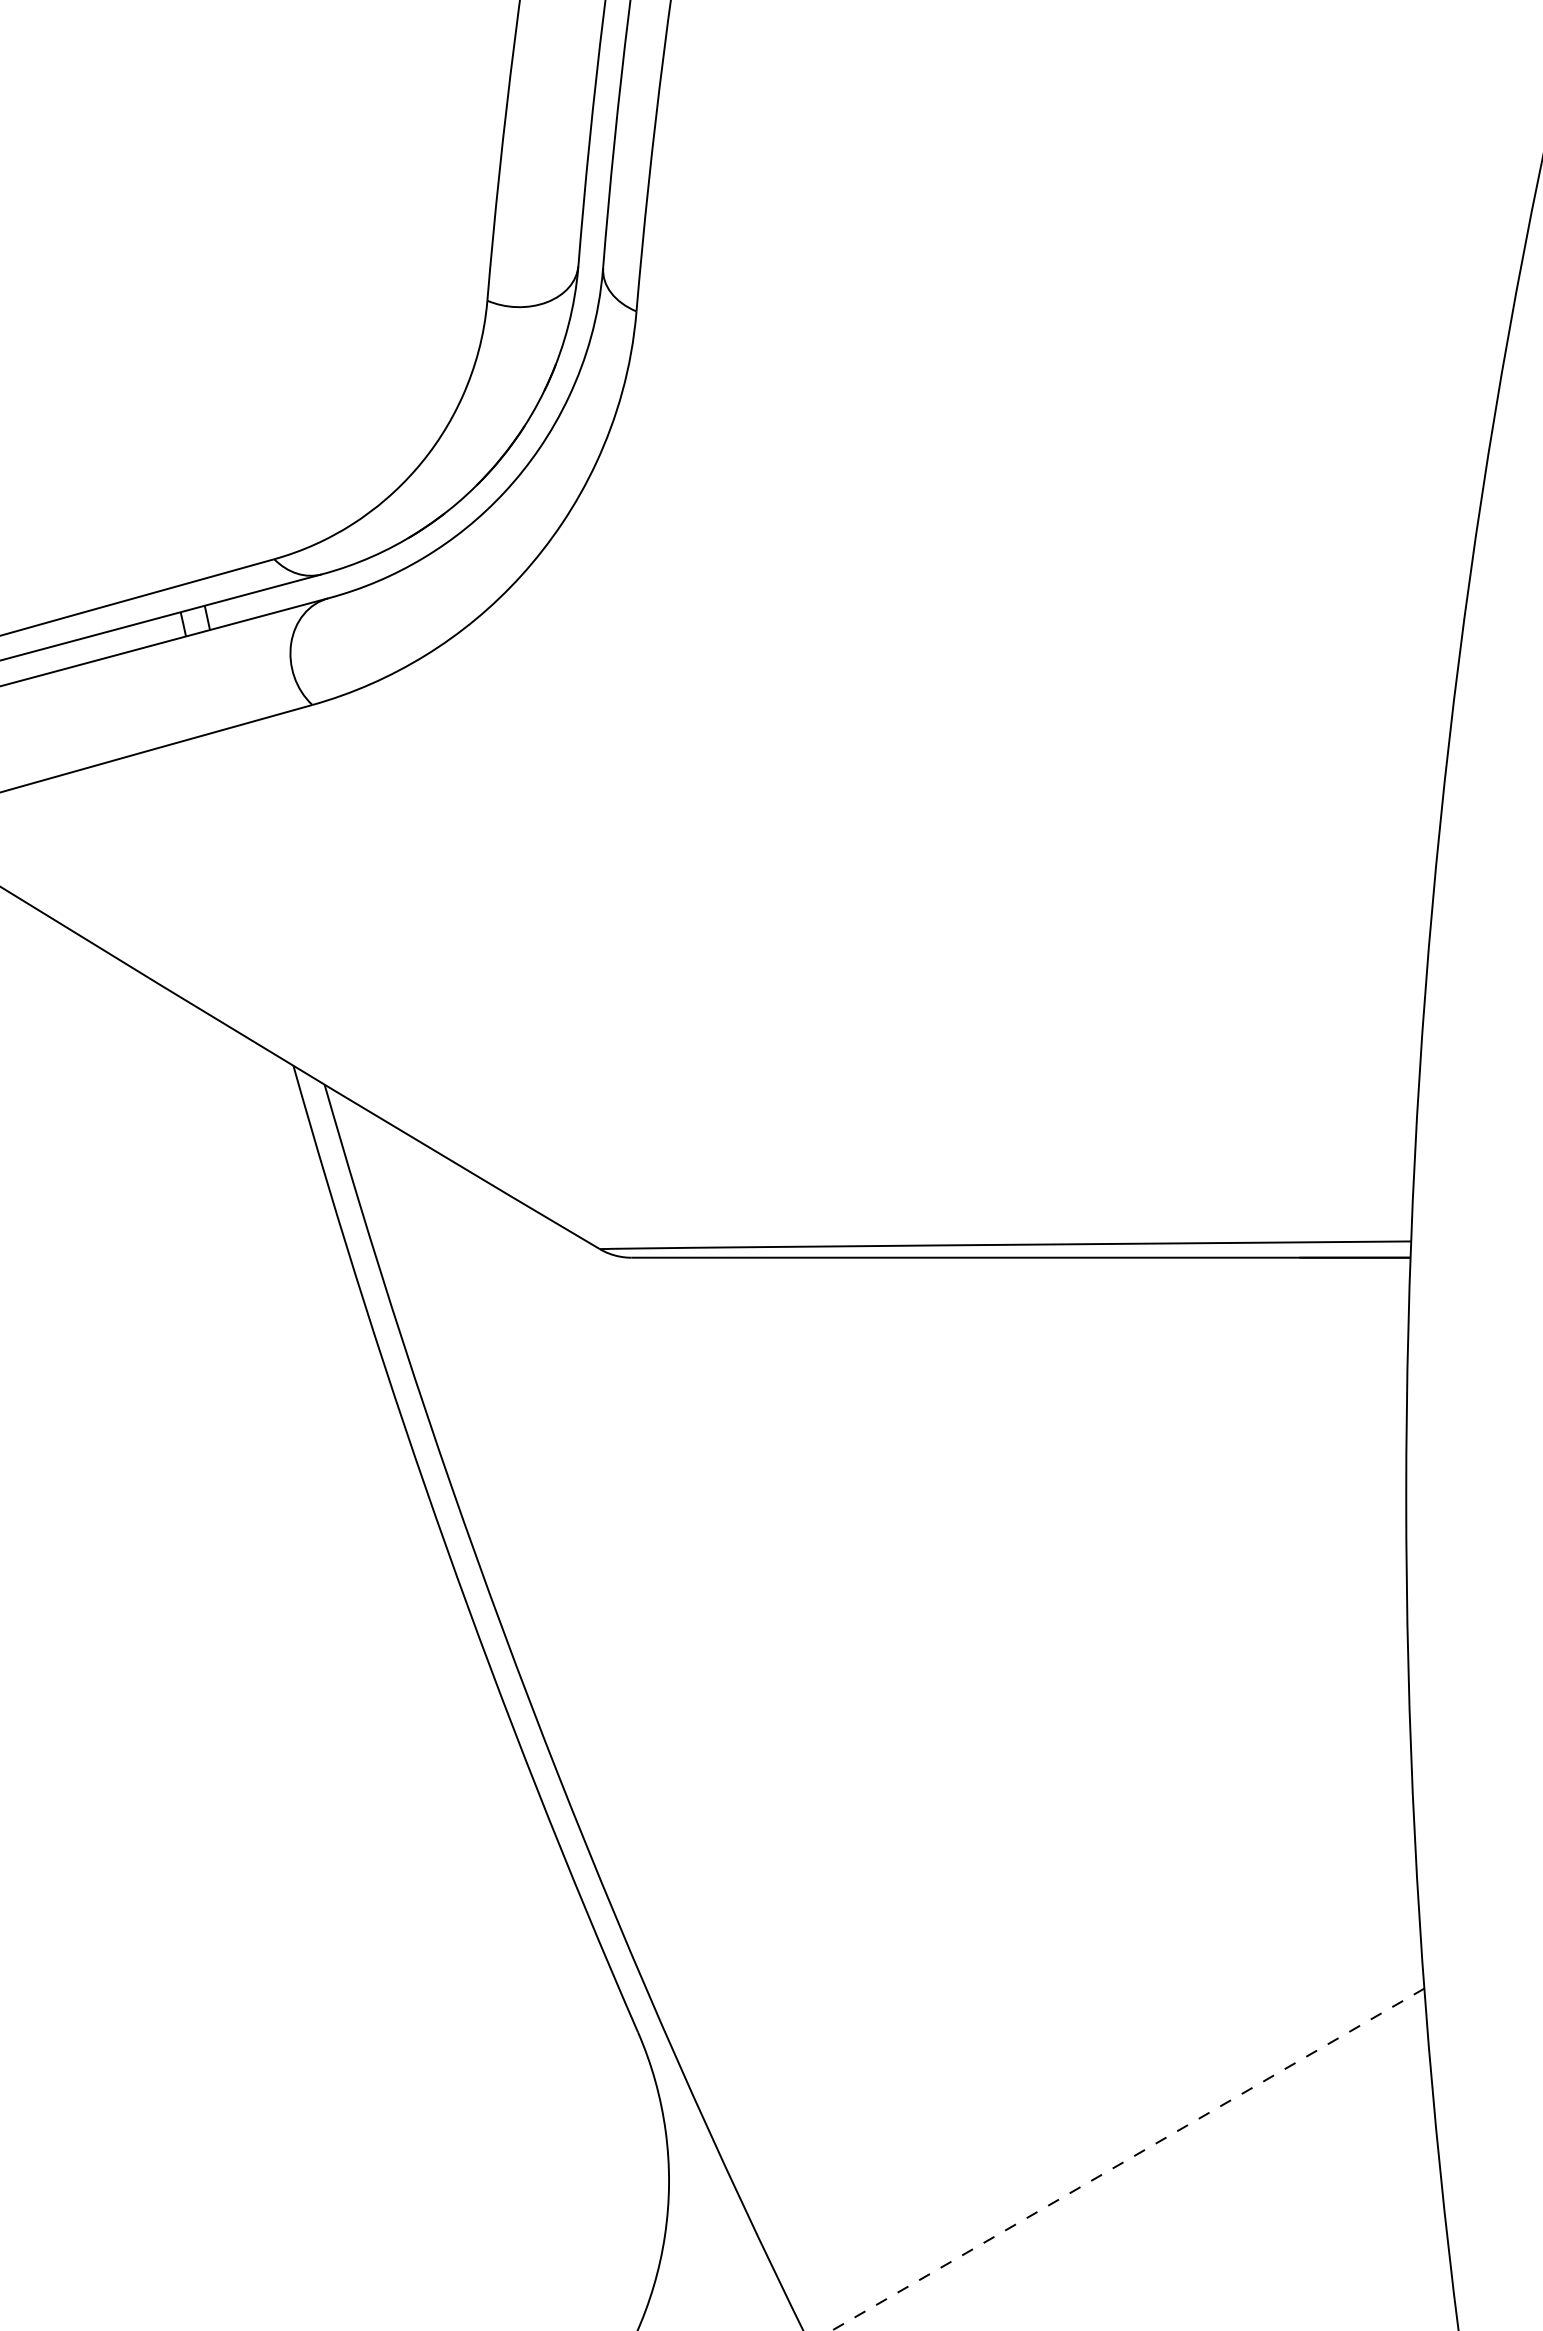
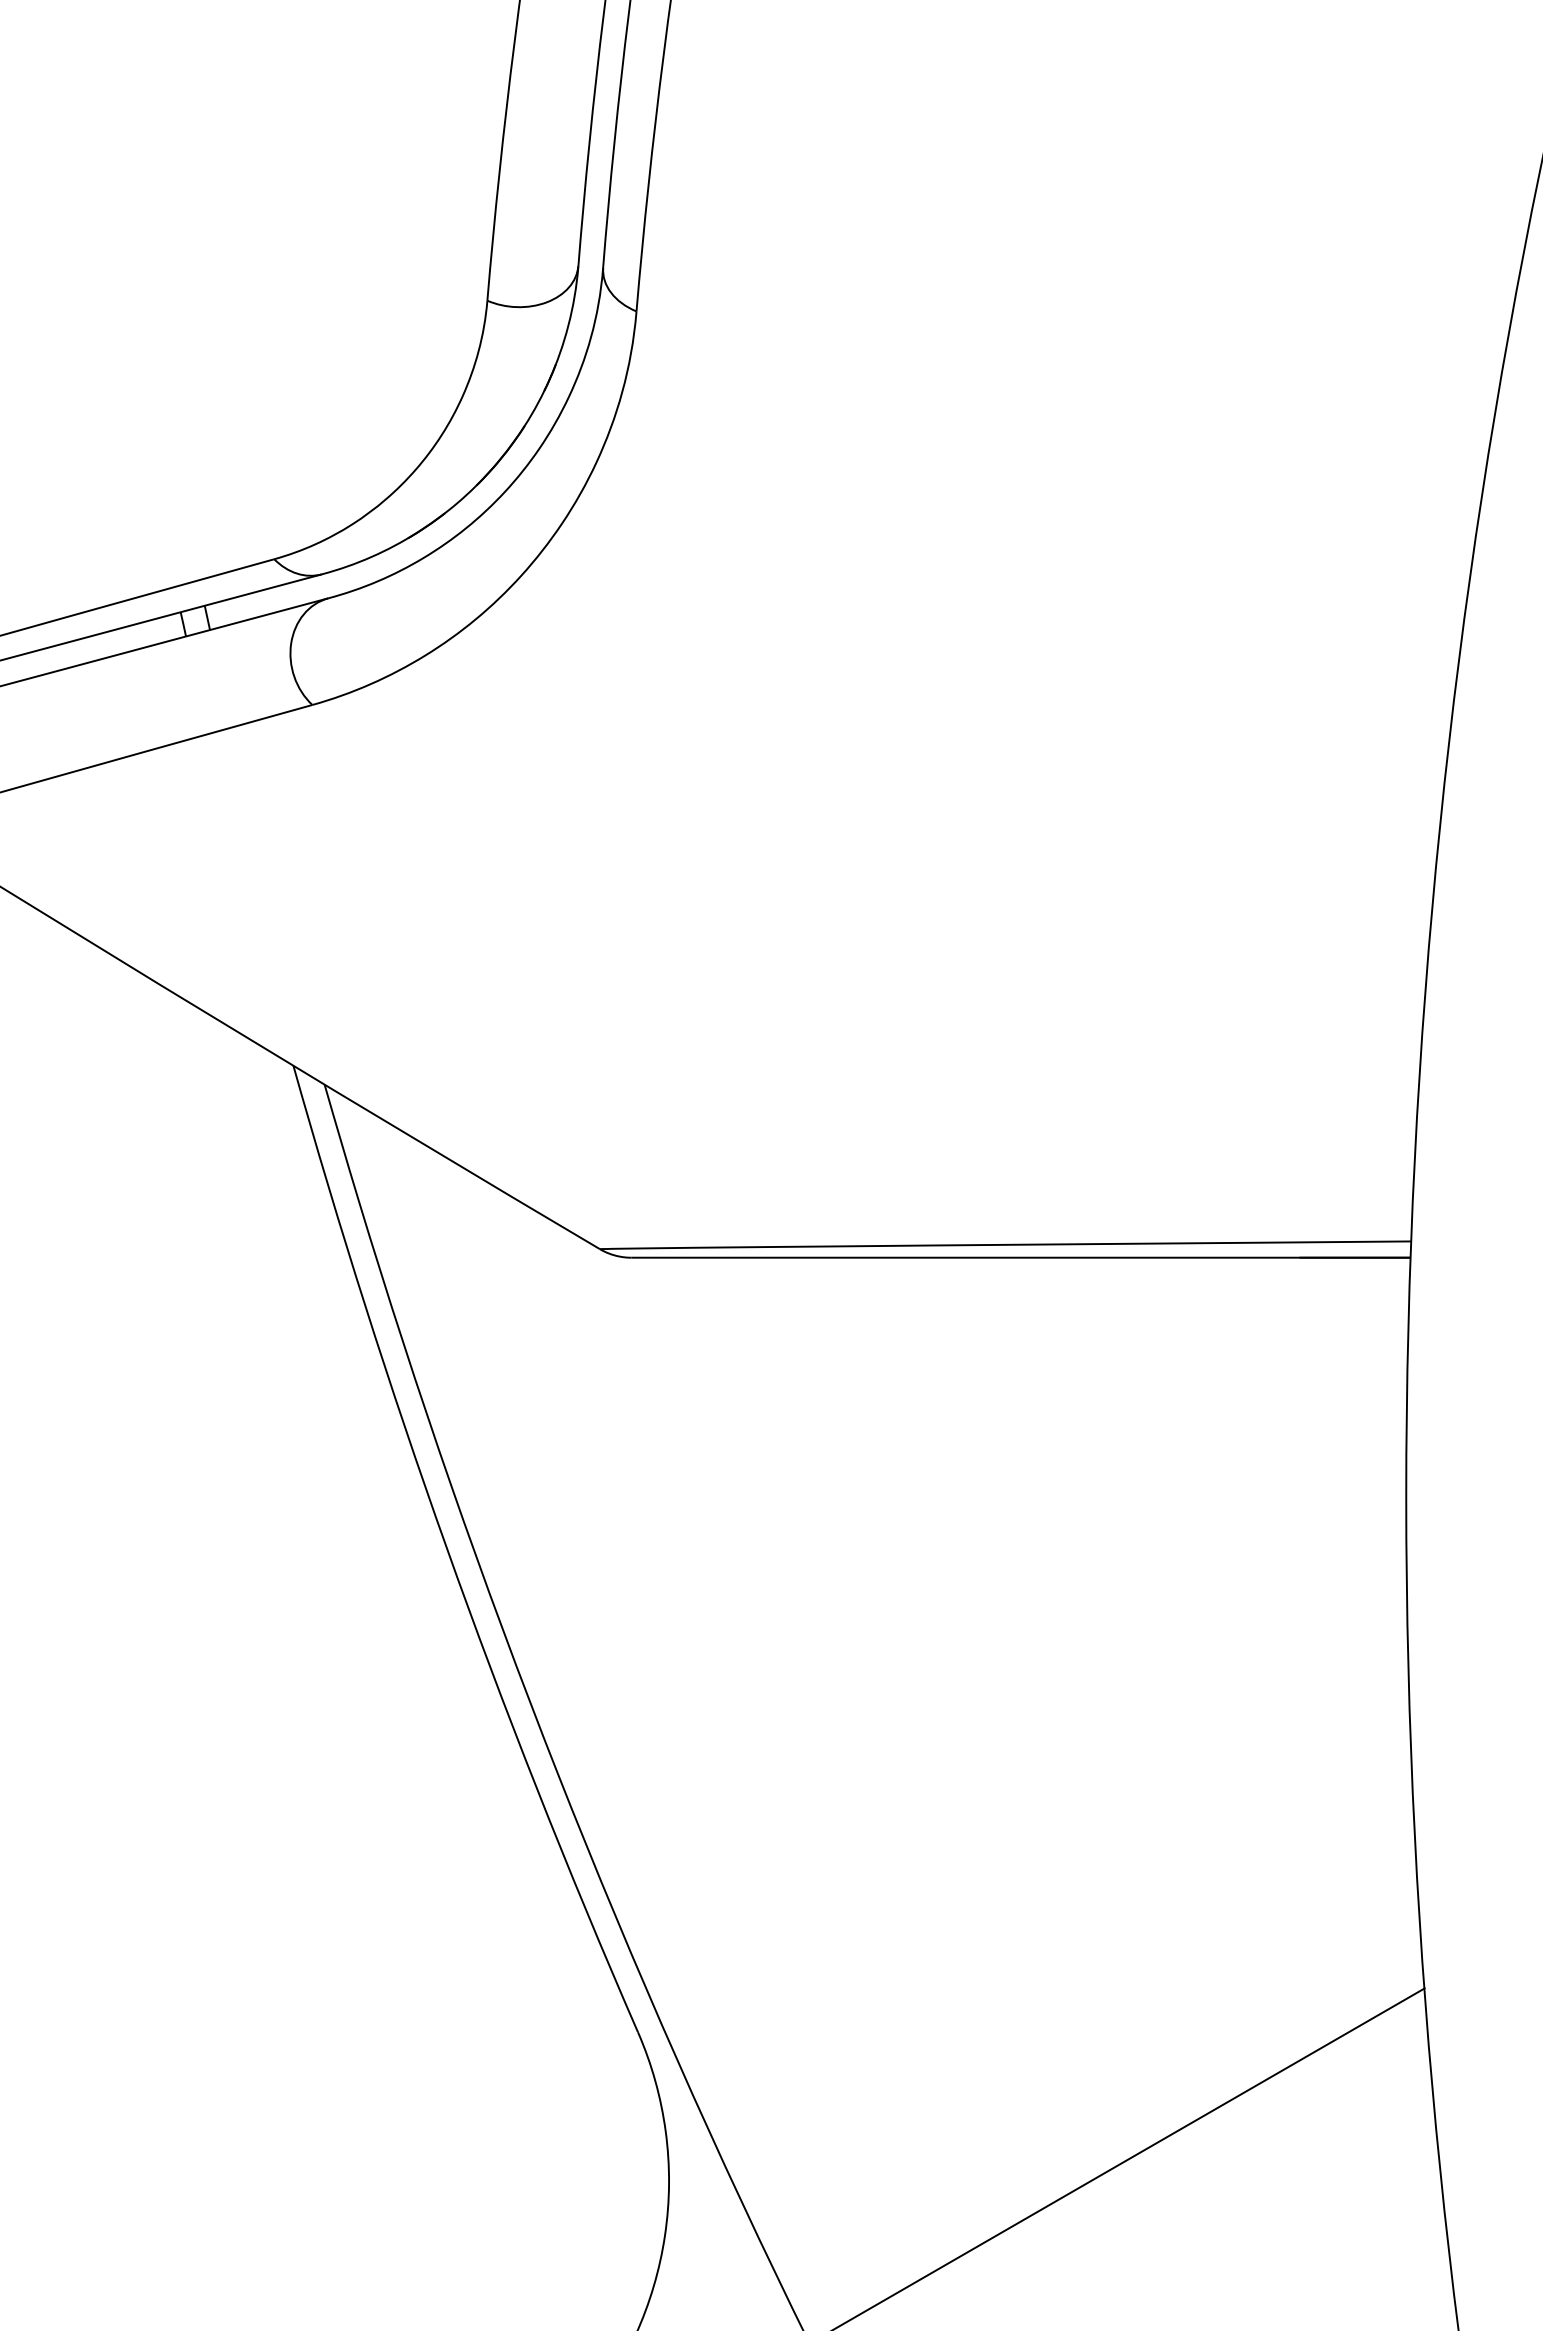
line at (1128, 2159): dashed -> solid
